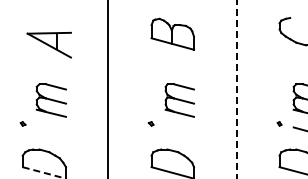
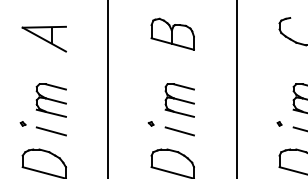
part at (48, 44) position: (48, 44) -> (43, 38)
line at (237, 89): dashed -> solid
line at (50, 131): none -> present
line at (179, 131): none -> present
line at (44, 173): dashed -> solid
